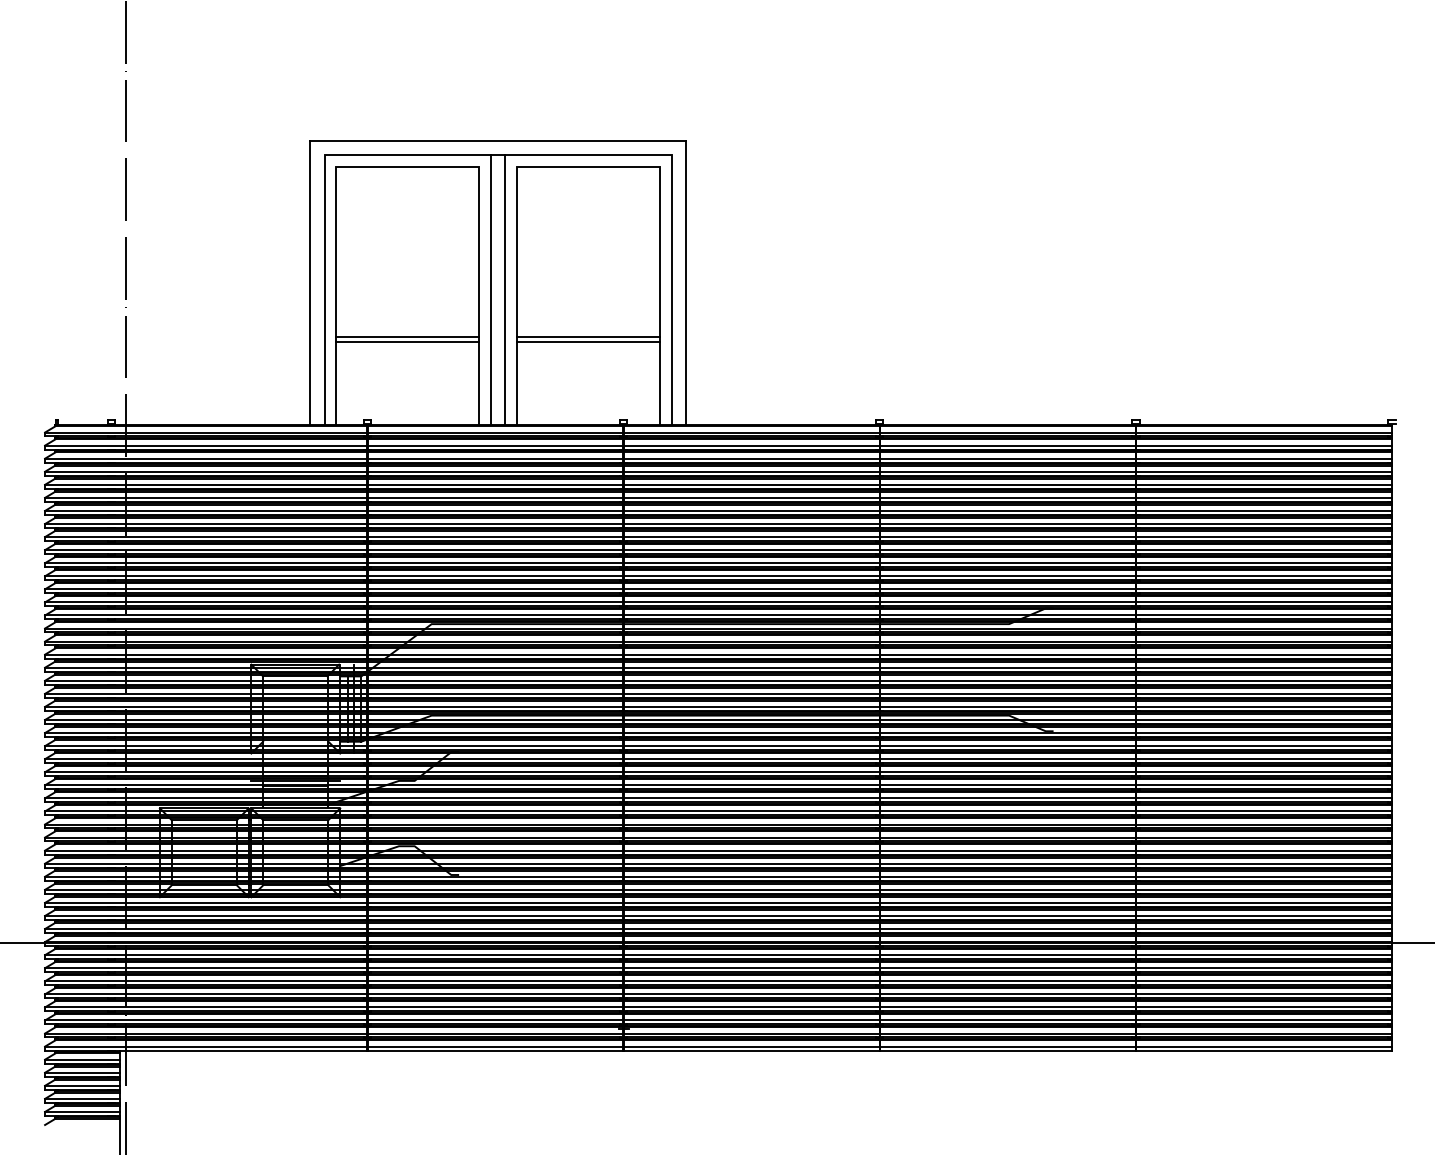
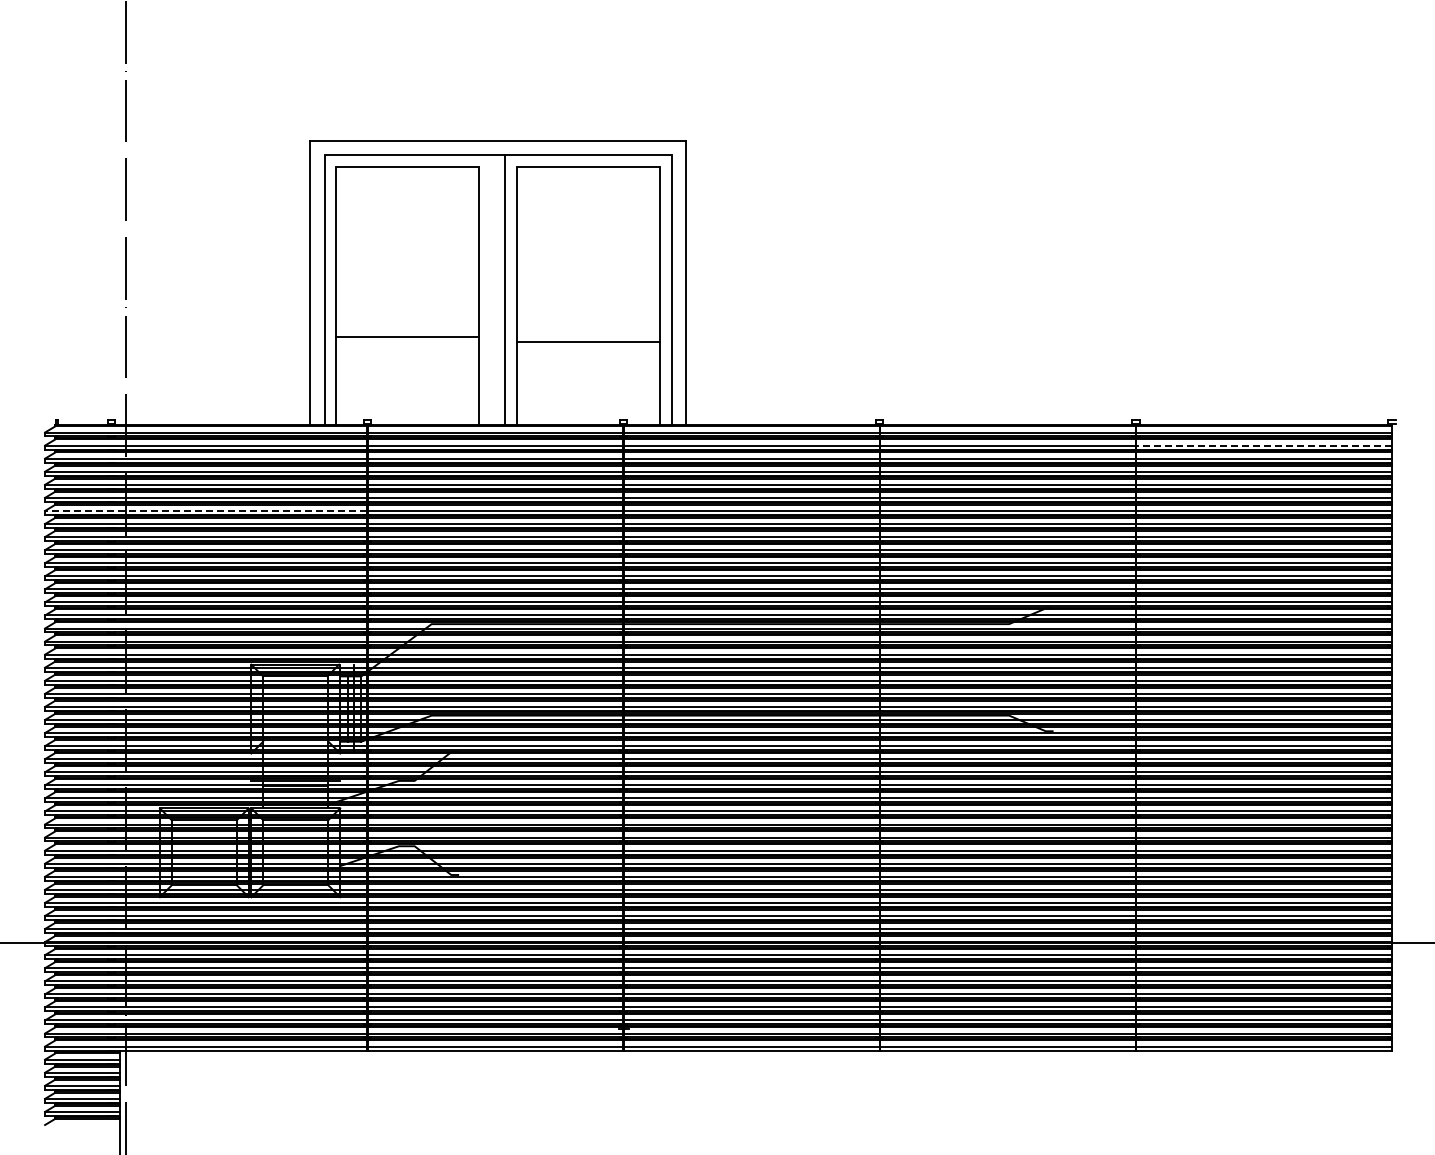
line at (491, 289): present -> none
line at (588, 336): present -> none
line at (407, 341): present -> none
line at (1263, 445): solid -> dashed
line at (205, 510): solid -> dashed
